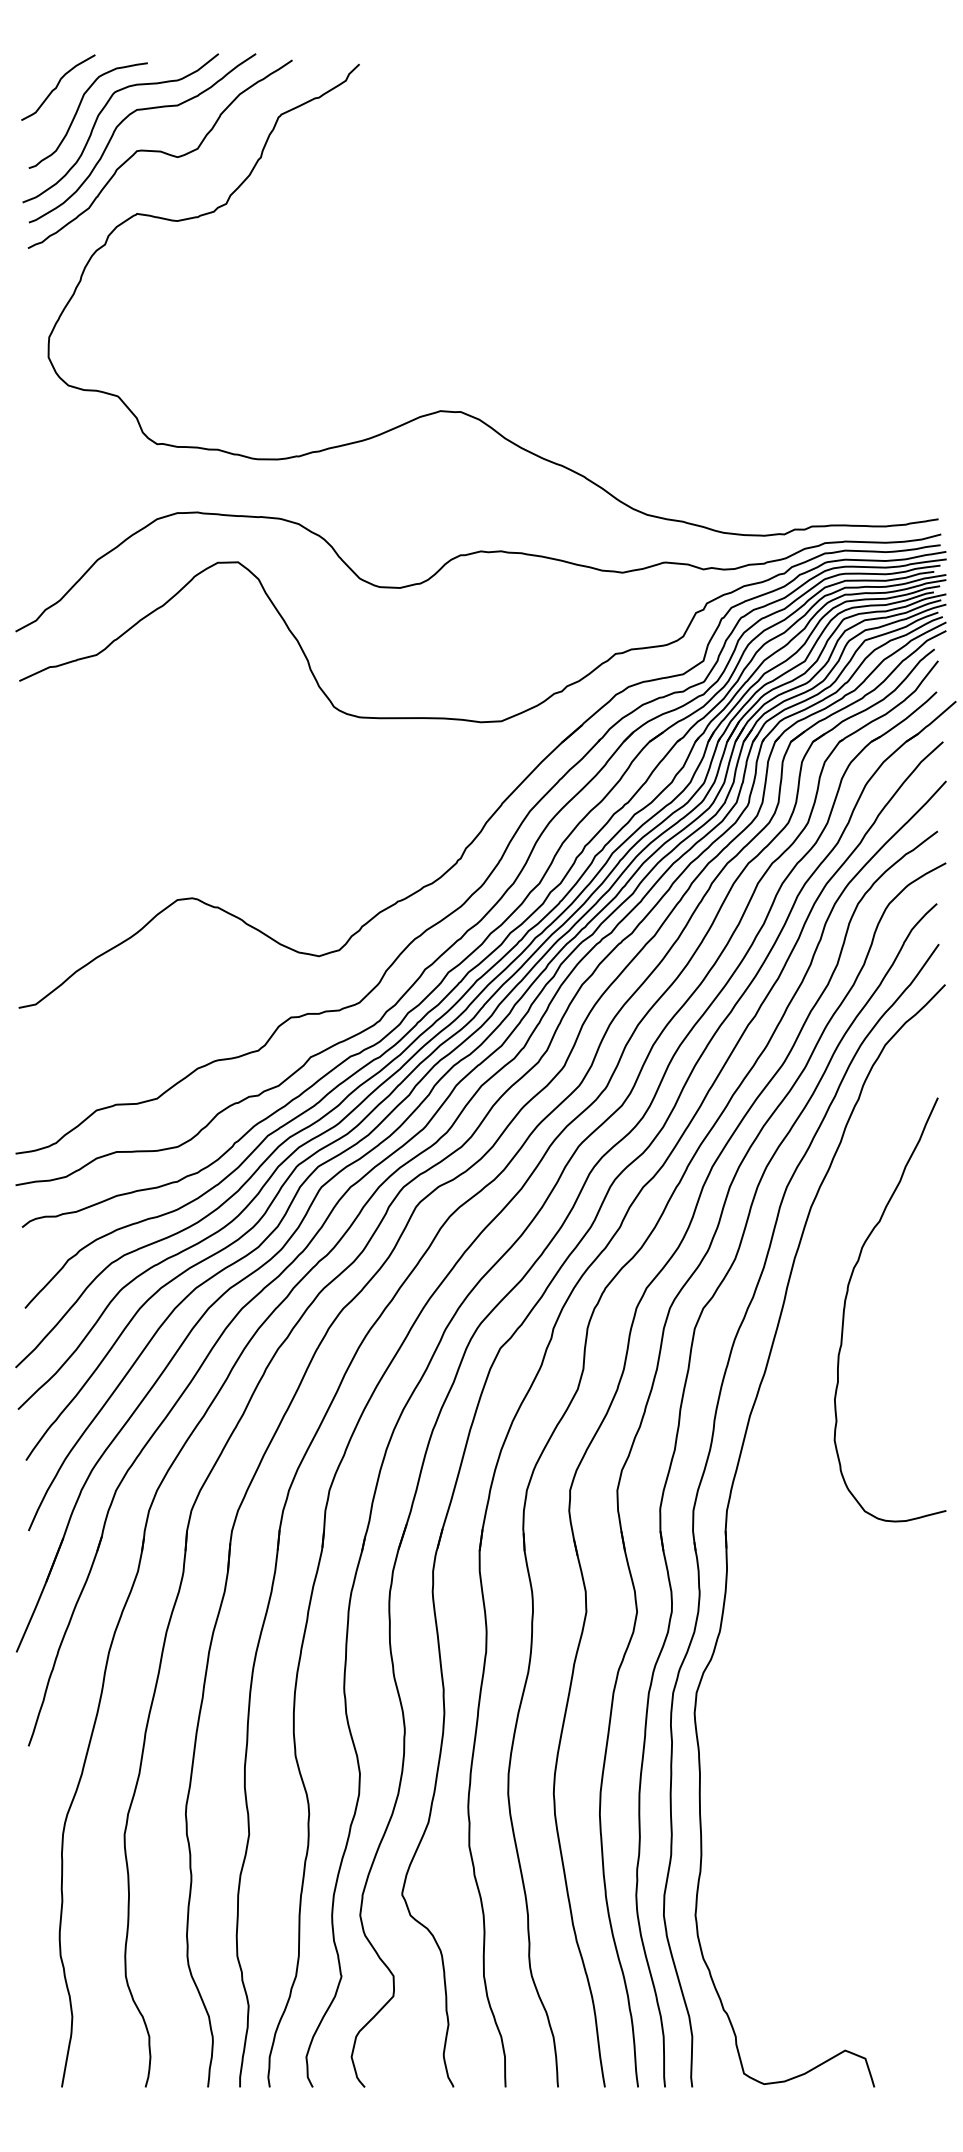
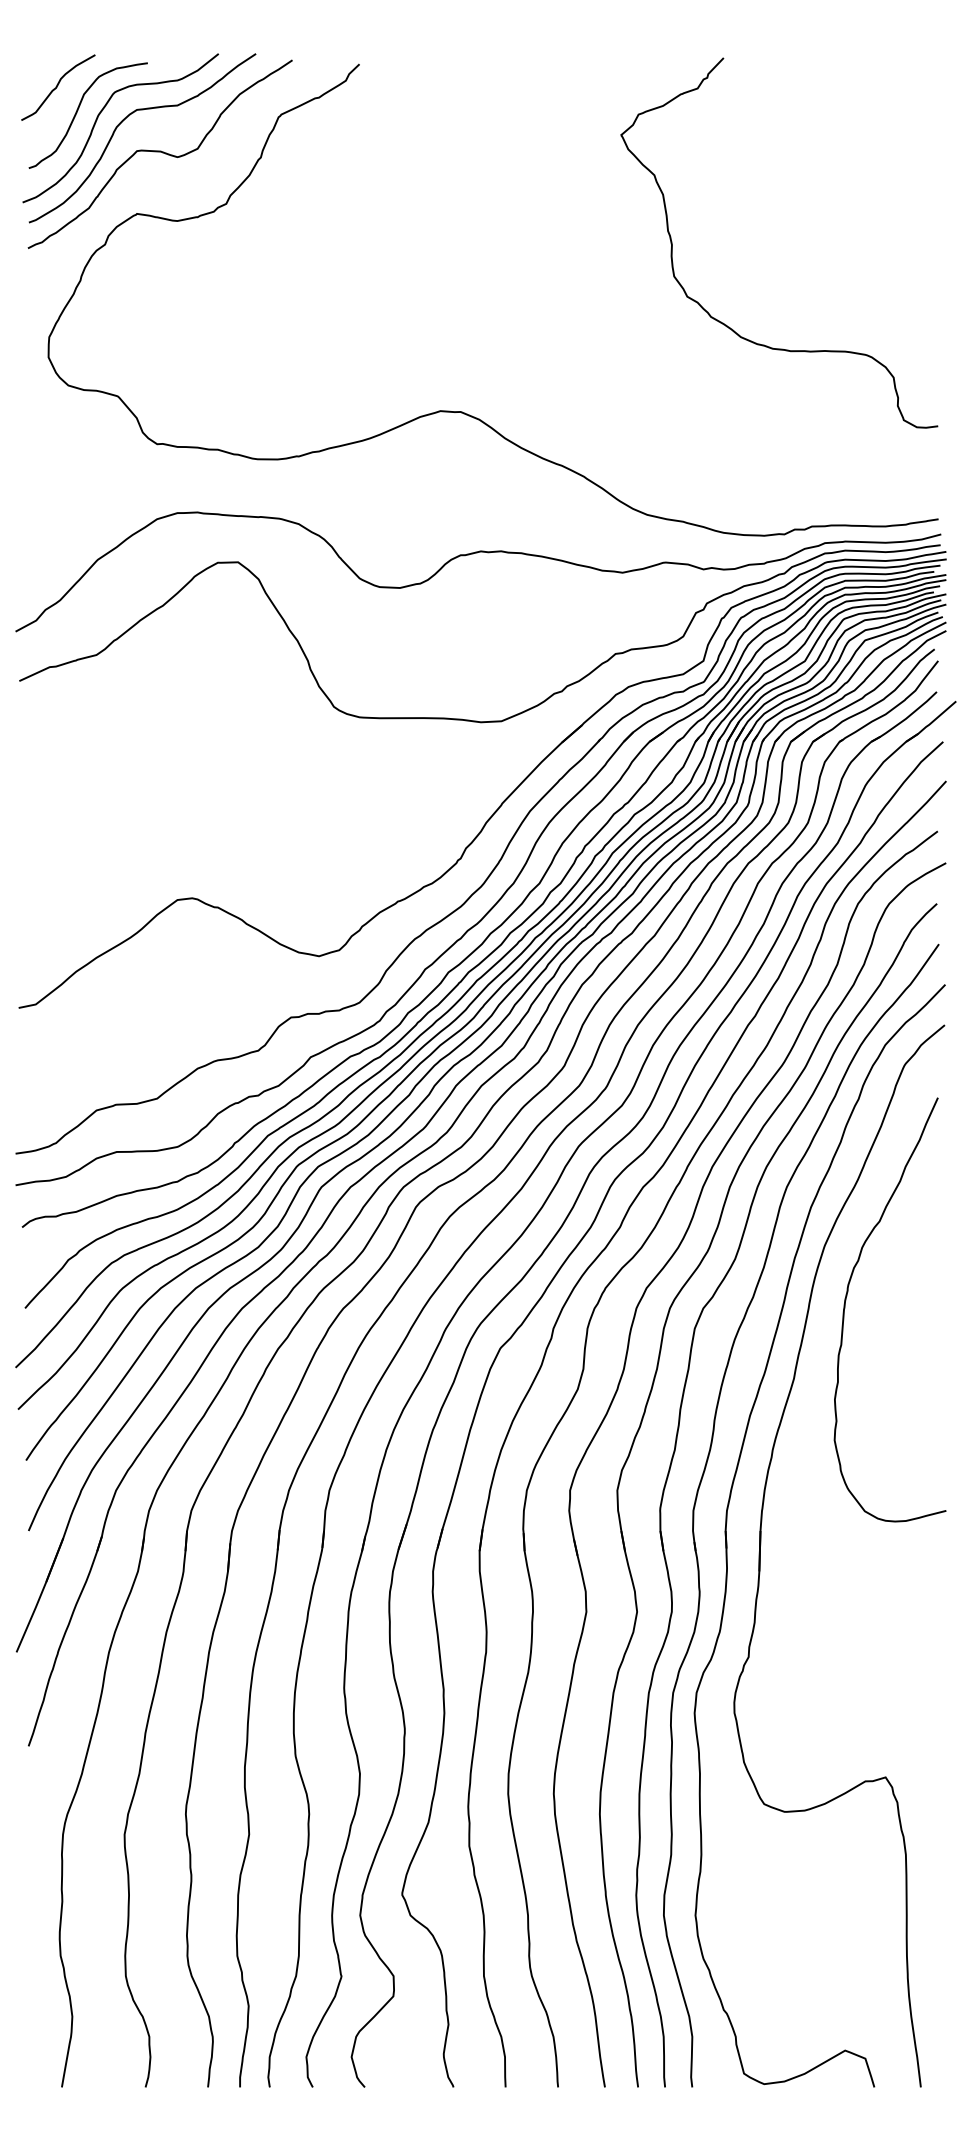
curve at (726, 324): none -> present
part at (761, 1544): none -> present
